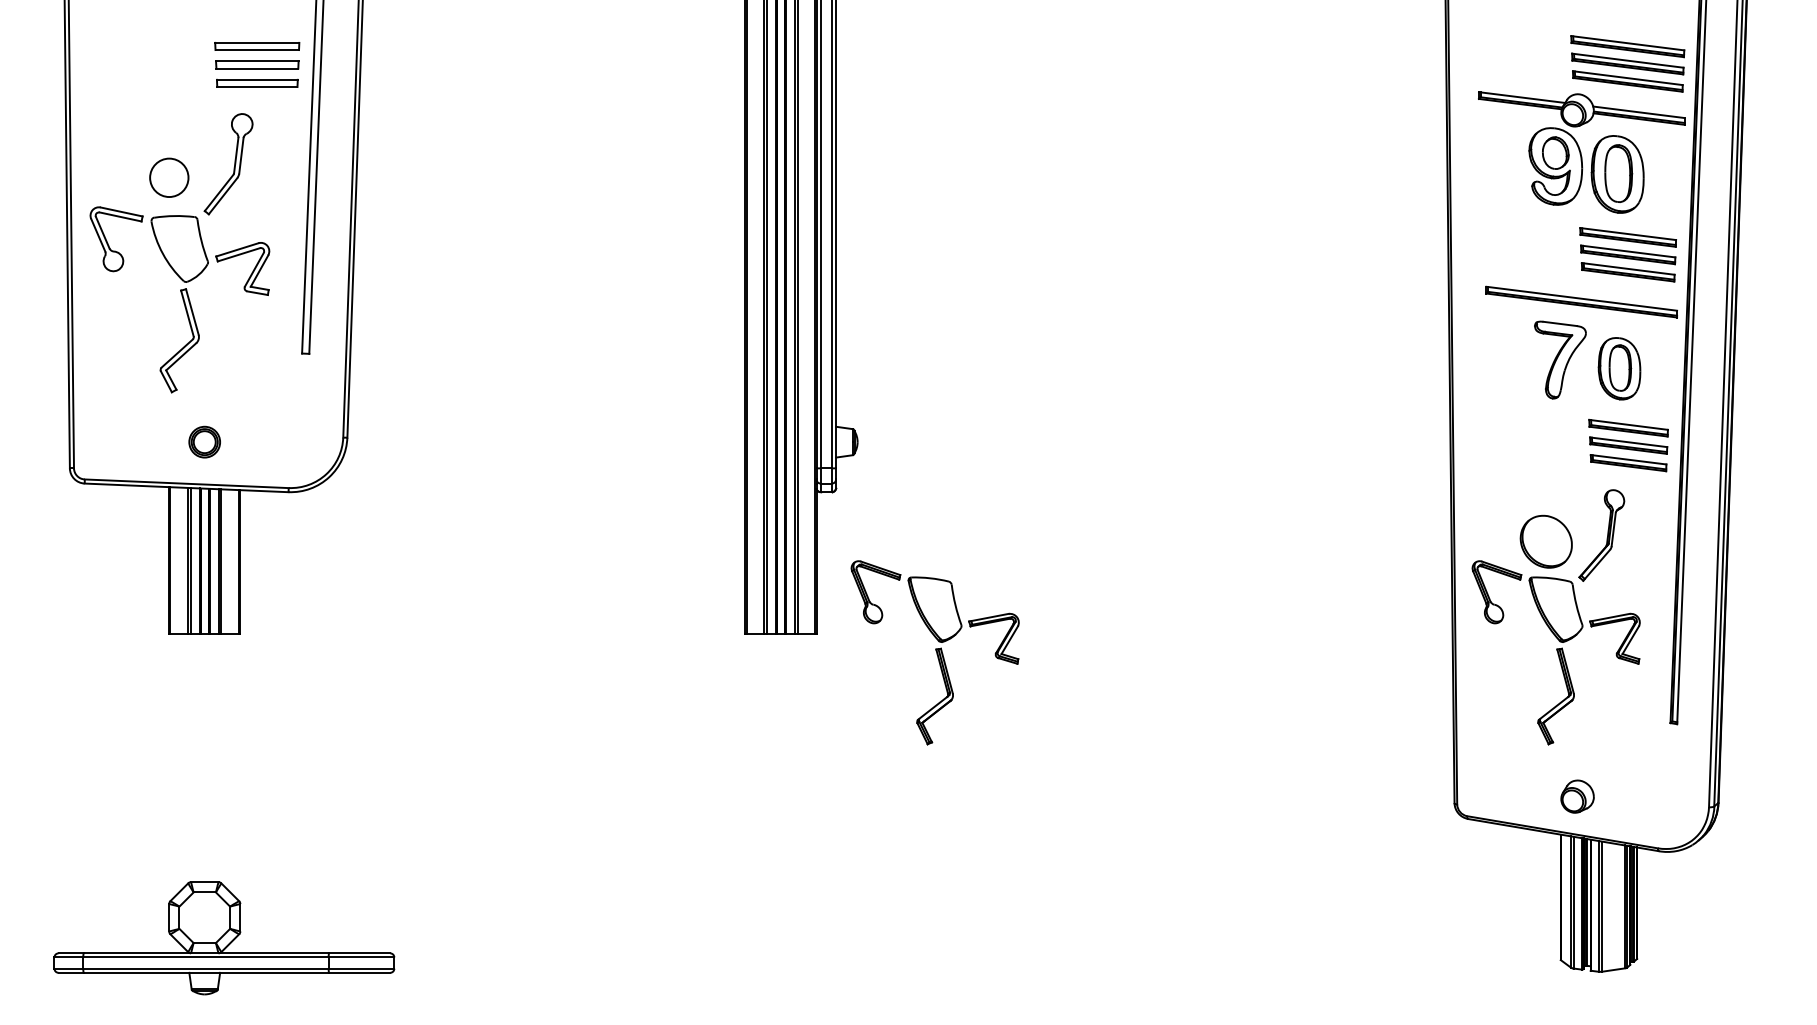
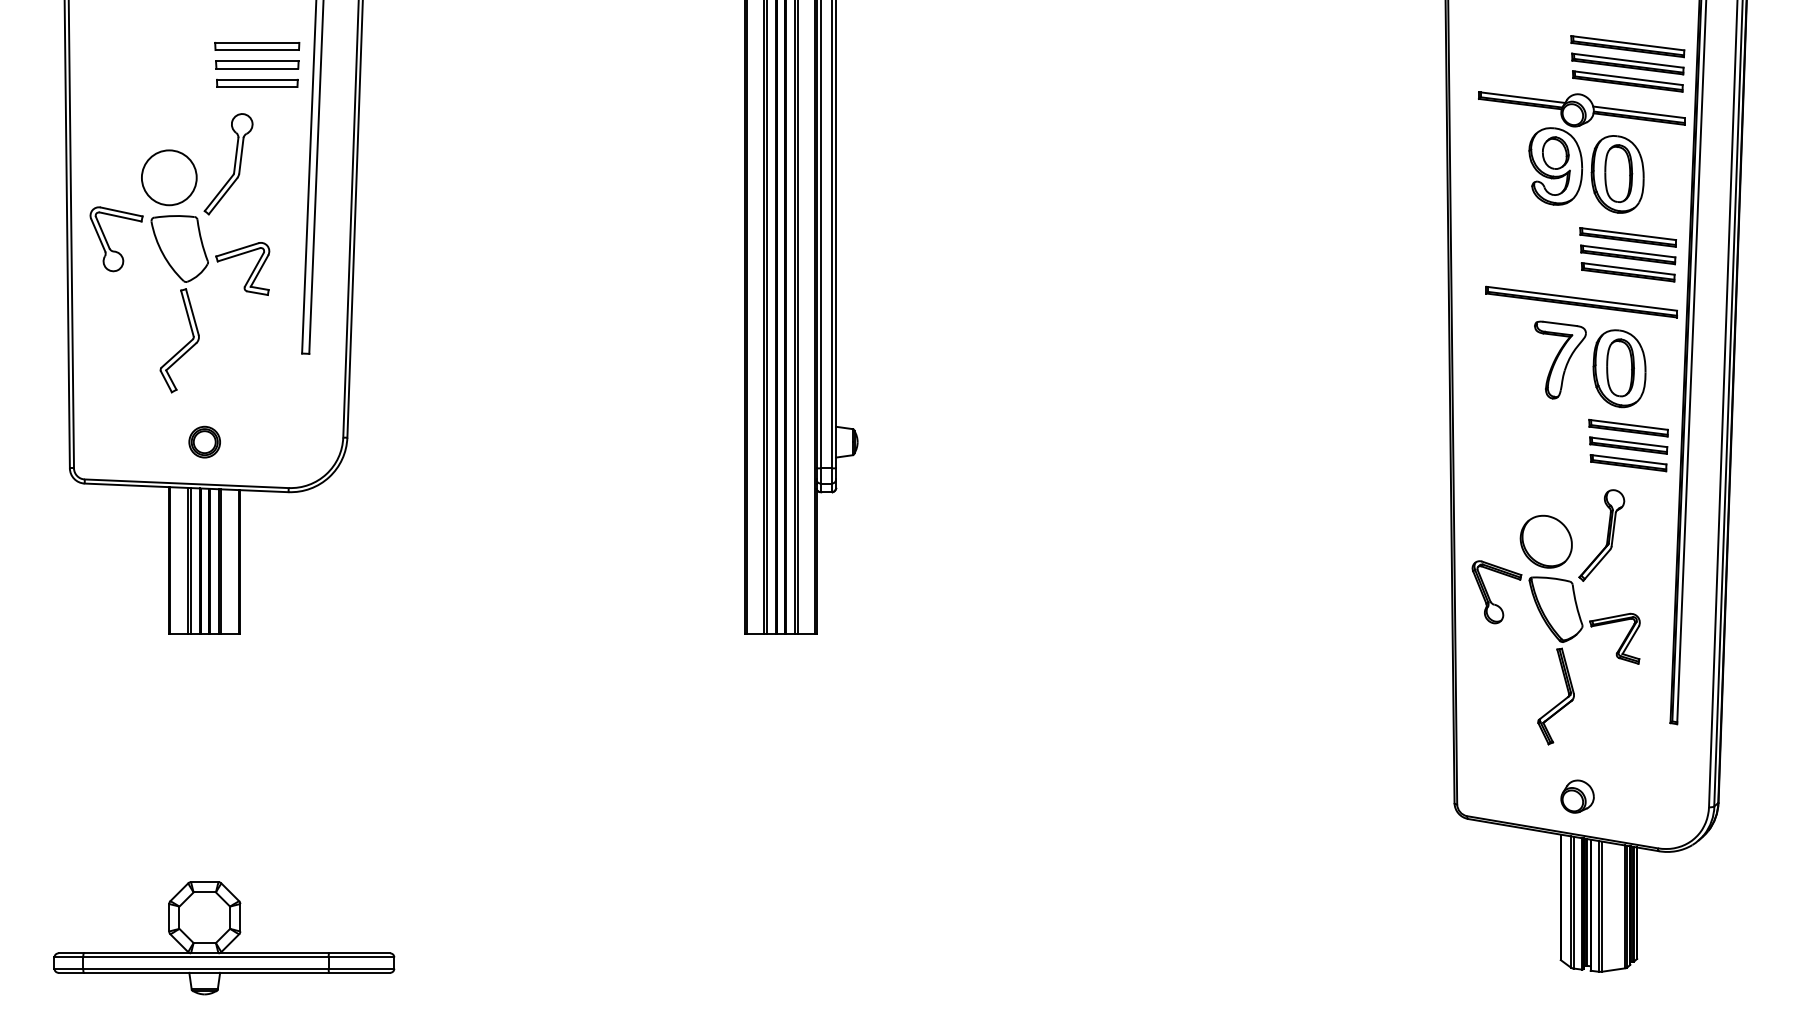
circle at (169, 177) diameter: 38 px -> 55 px
part at (1619, 368) size: 45x64 px -> 55x80 px
part at (934, 652): present -> none
